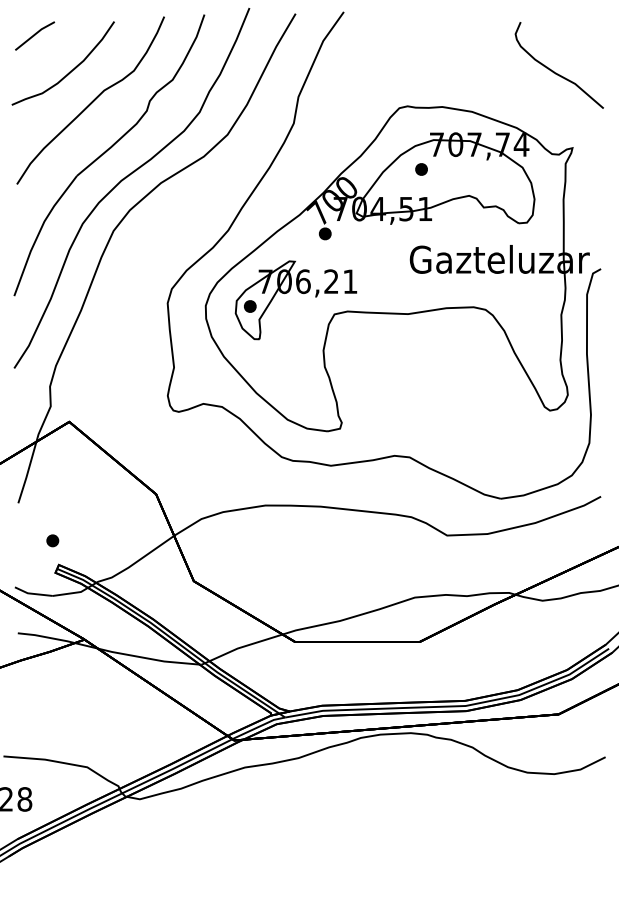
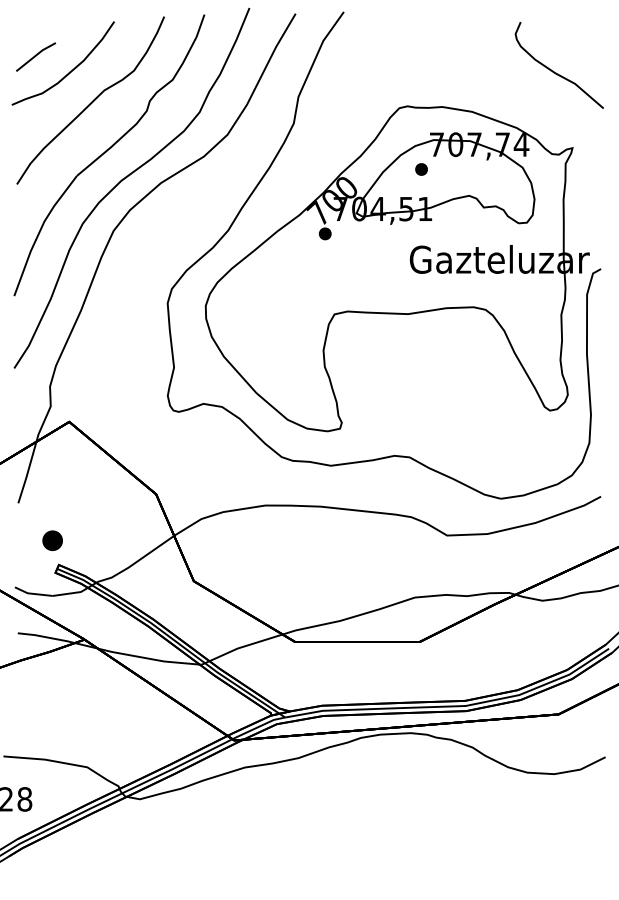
line at (35, 35) position: (35, 35) -> (36, 56)
part at (300, 293): present -> none
part at (52, 540) size: 14x14 px -> 21x21 px
